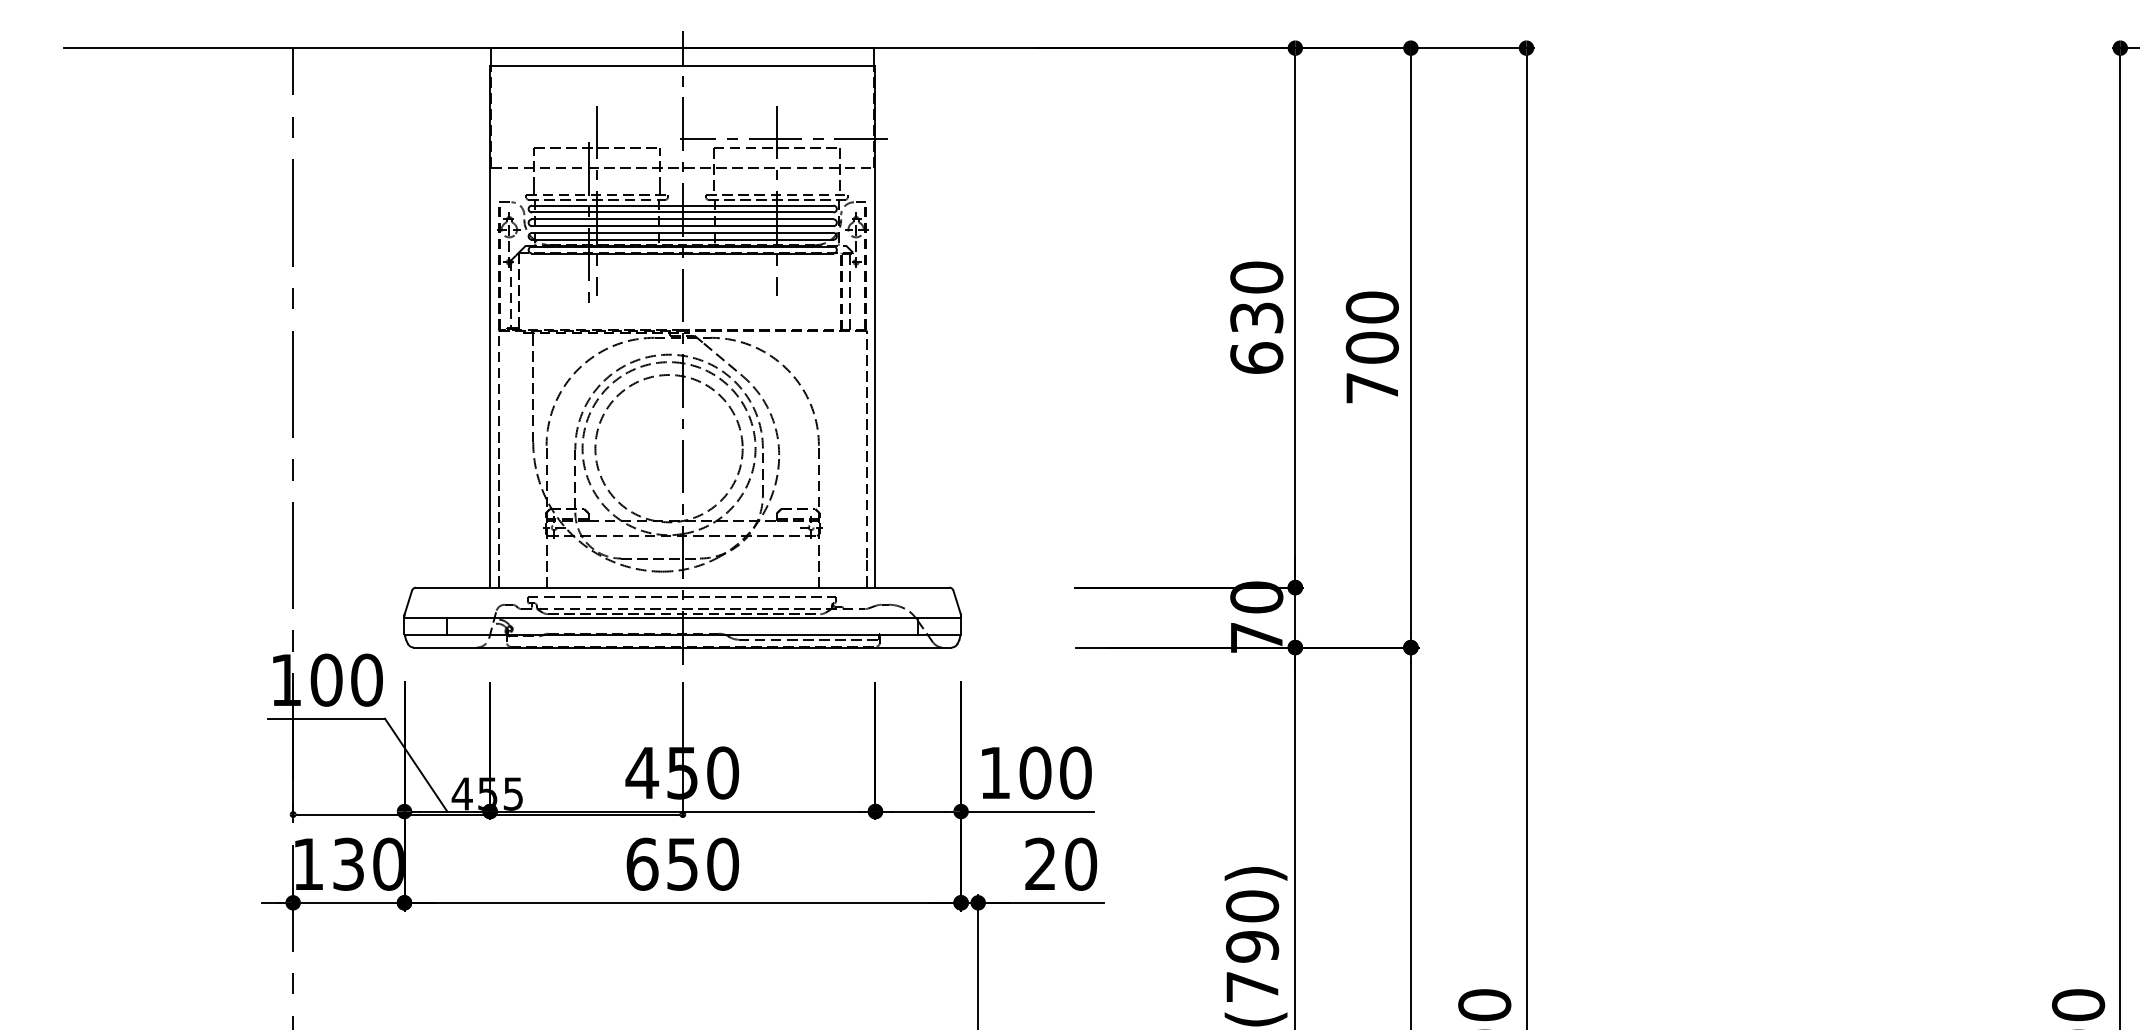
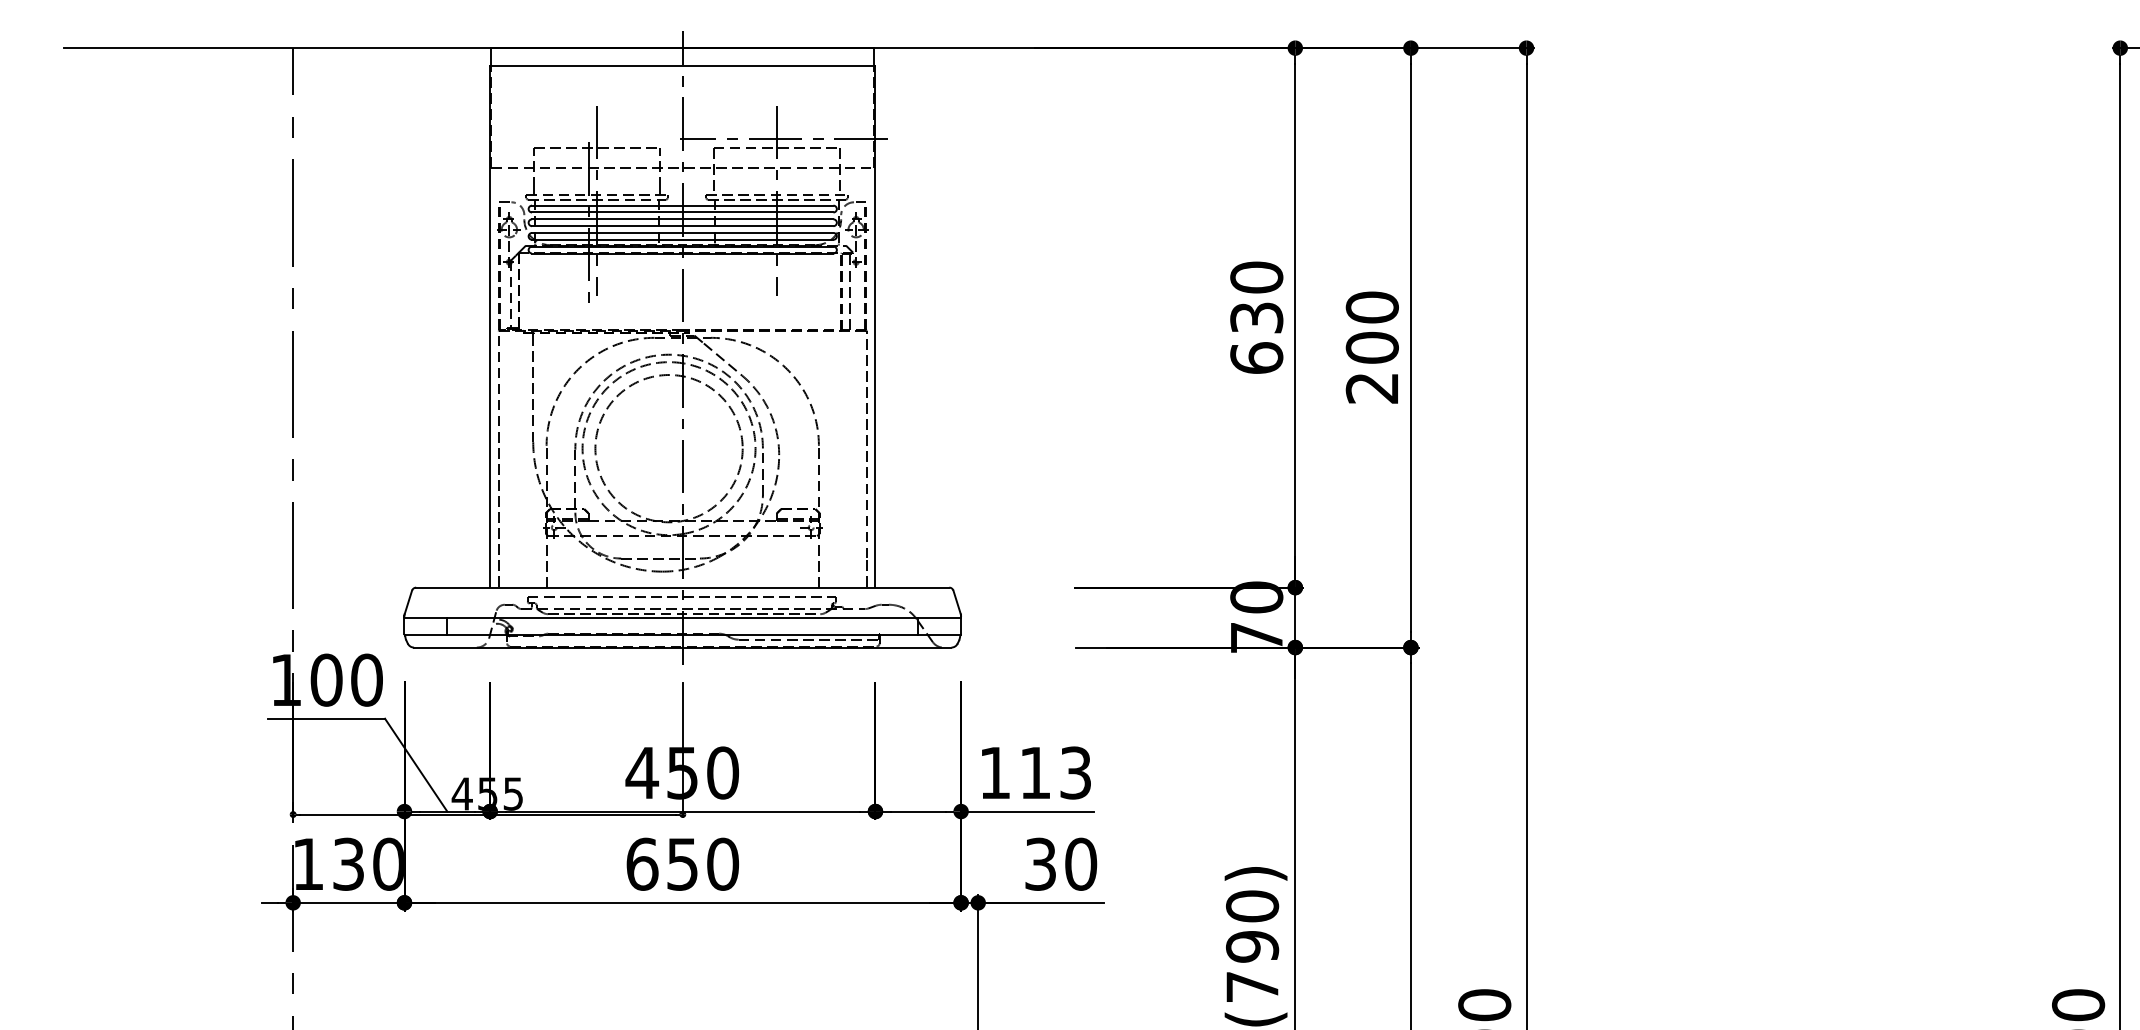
text at (1371, 388): 700 -> 200
text at (1055, 772): 100 -> 113
text at (1040, 863): 20 -> 30
